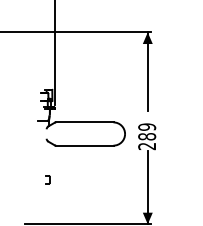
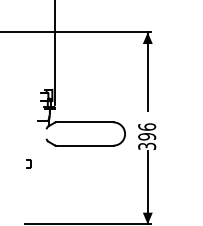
text at (147, 136): 289 -> 396
part at (47, 179) position: (47, 179) -> (28, 163)
